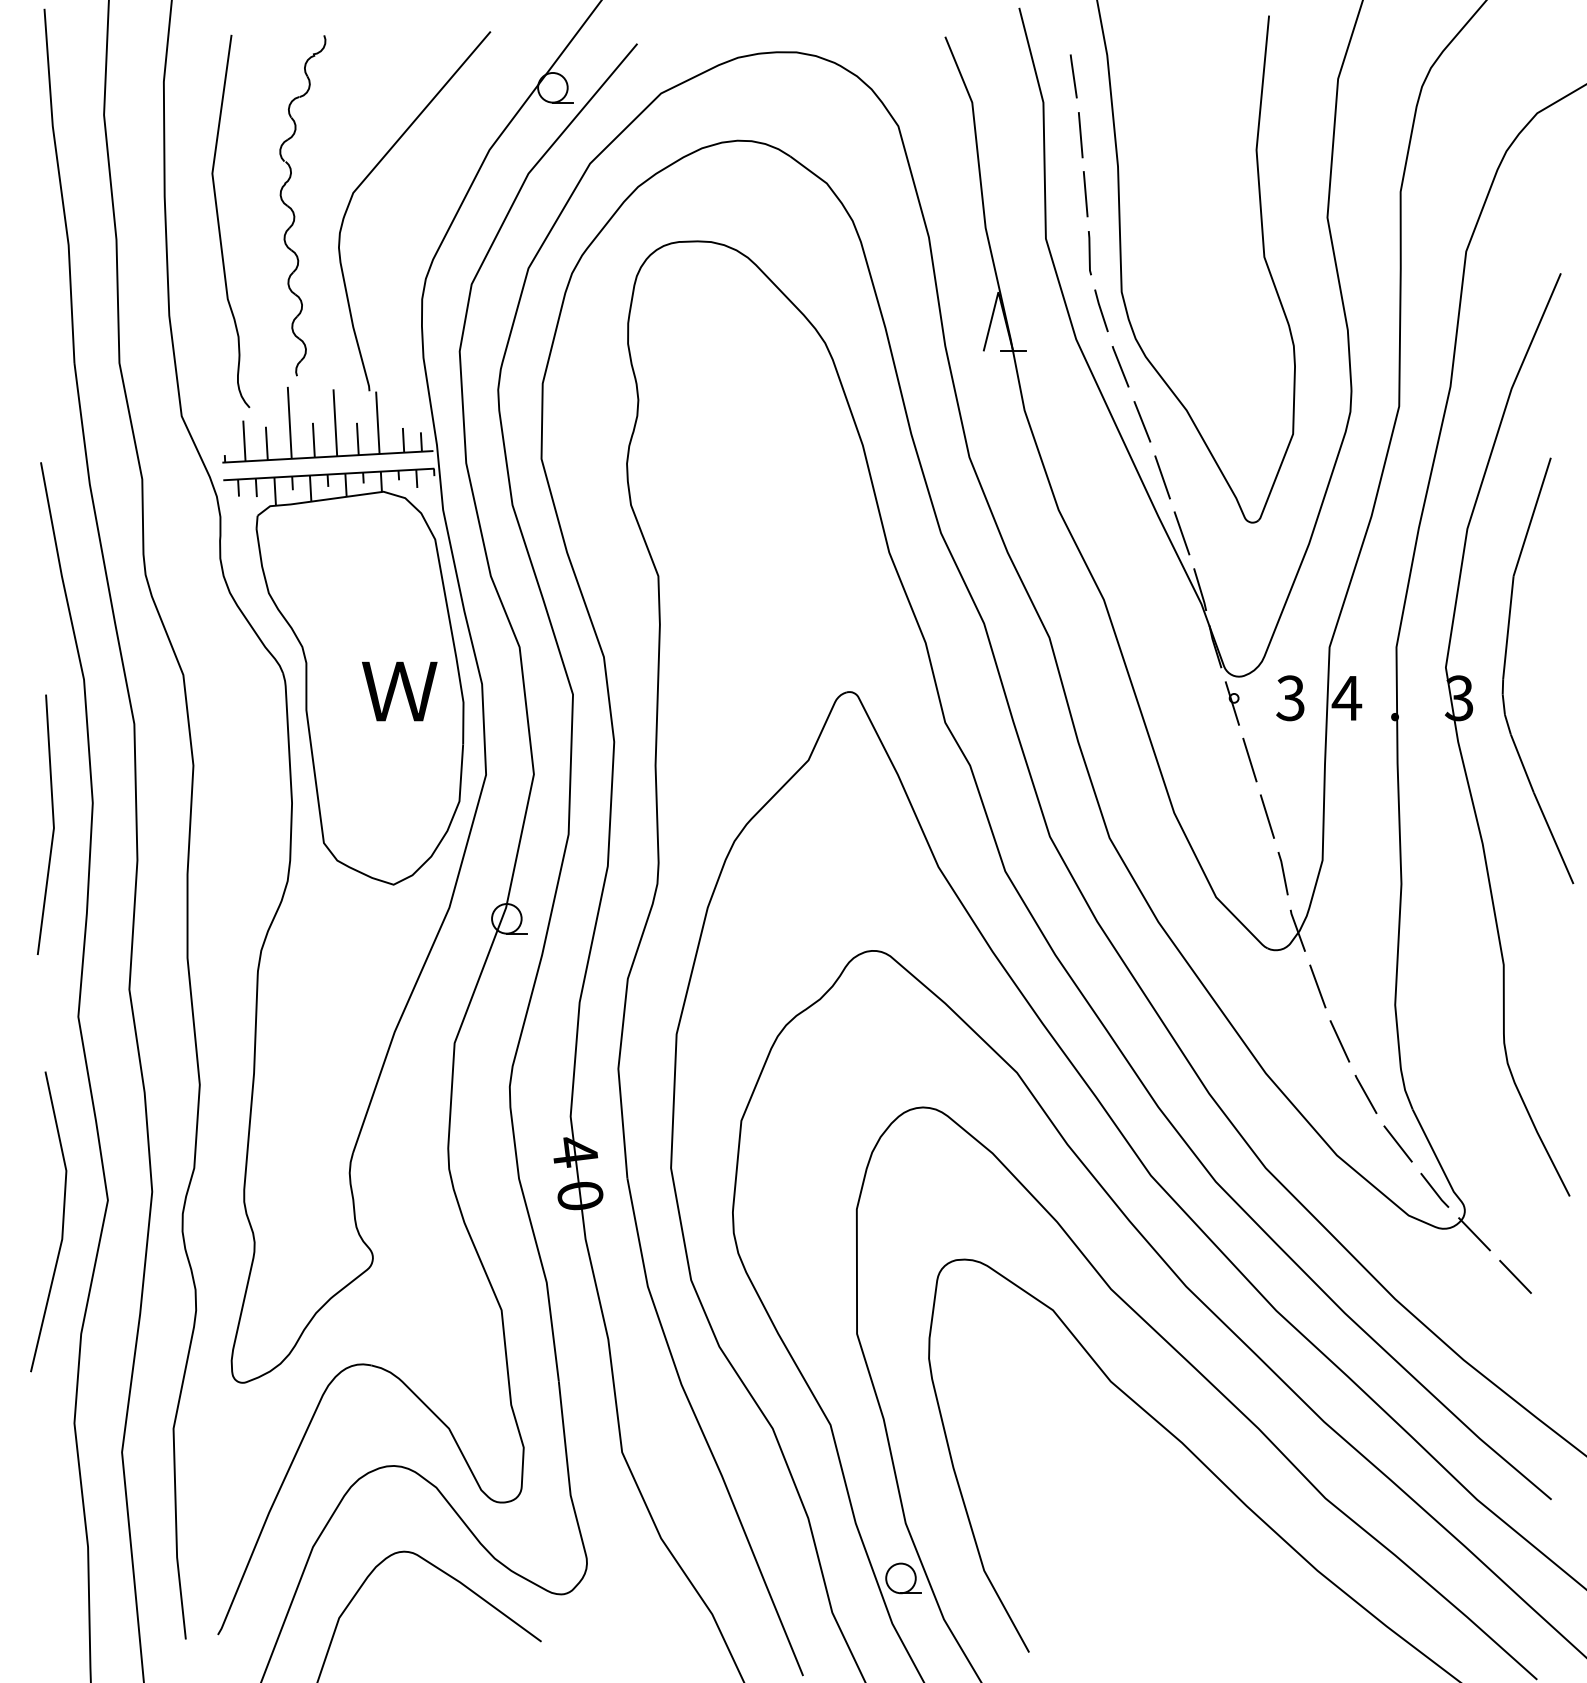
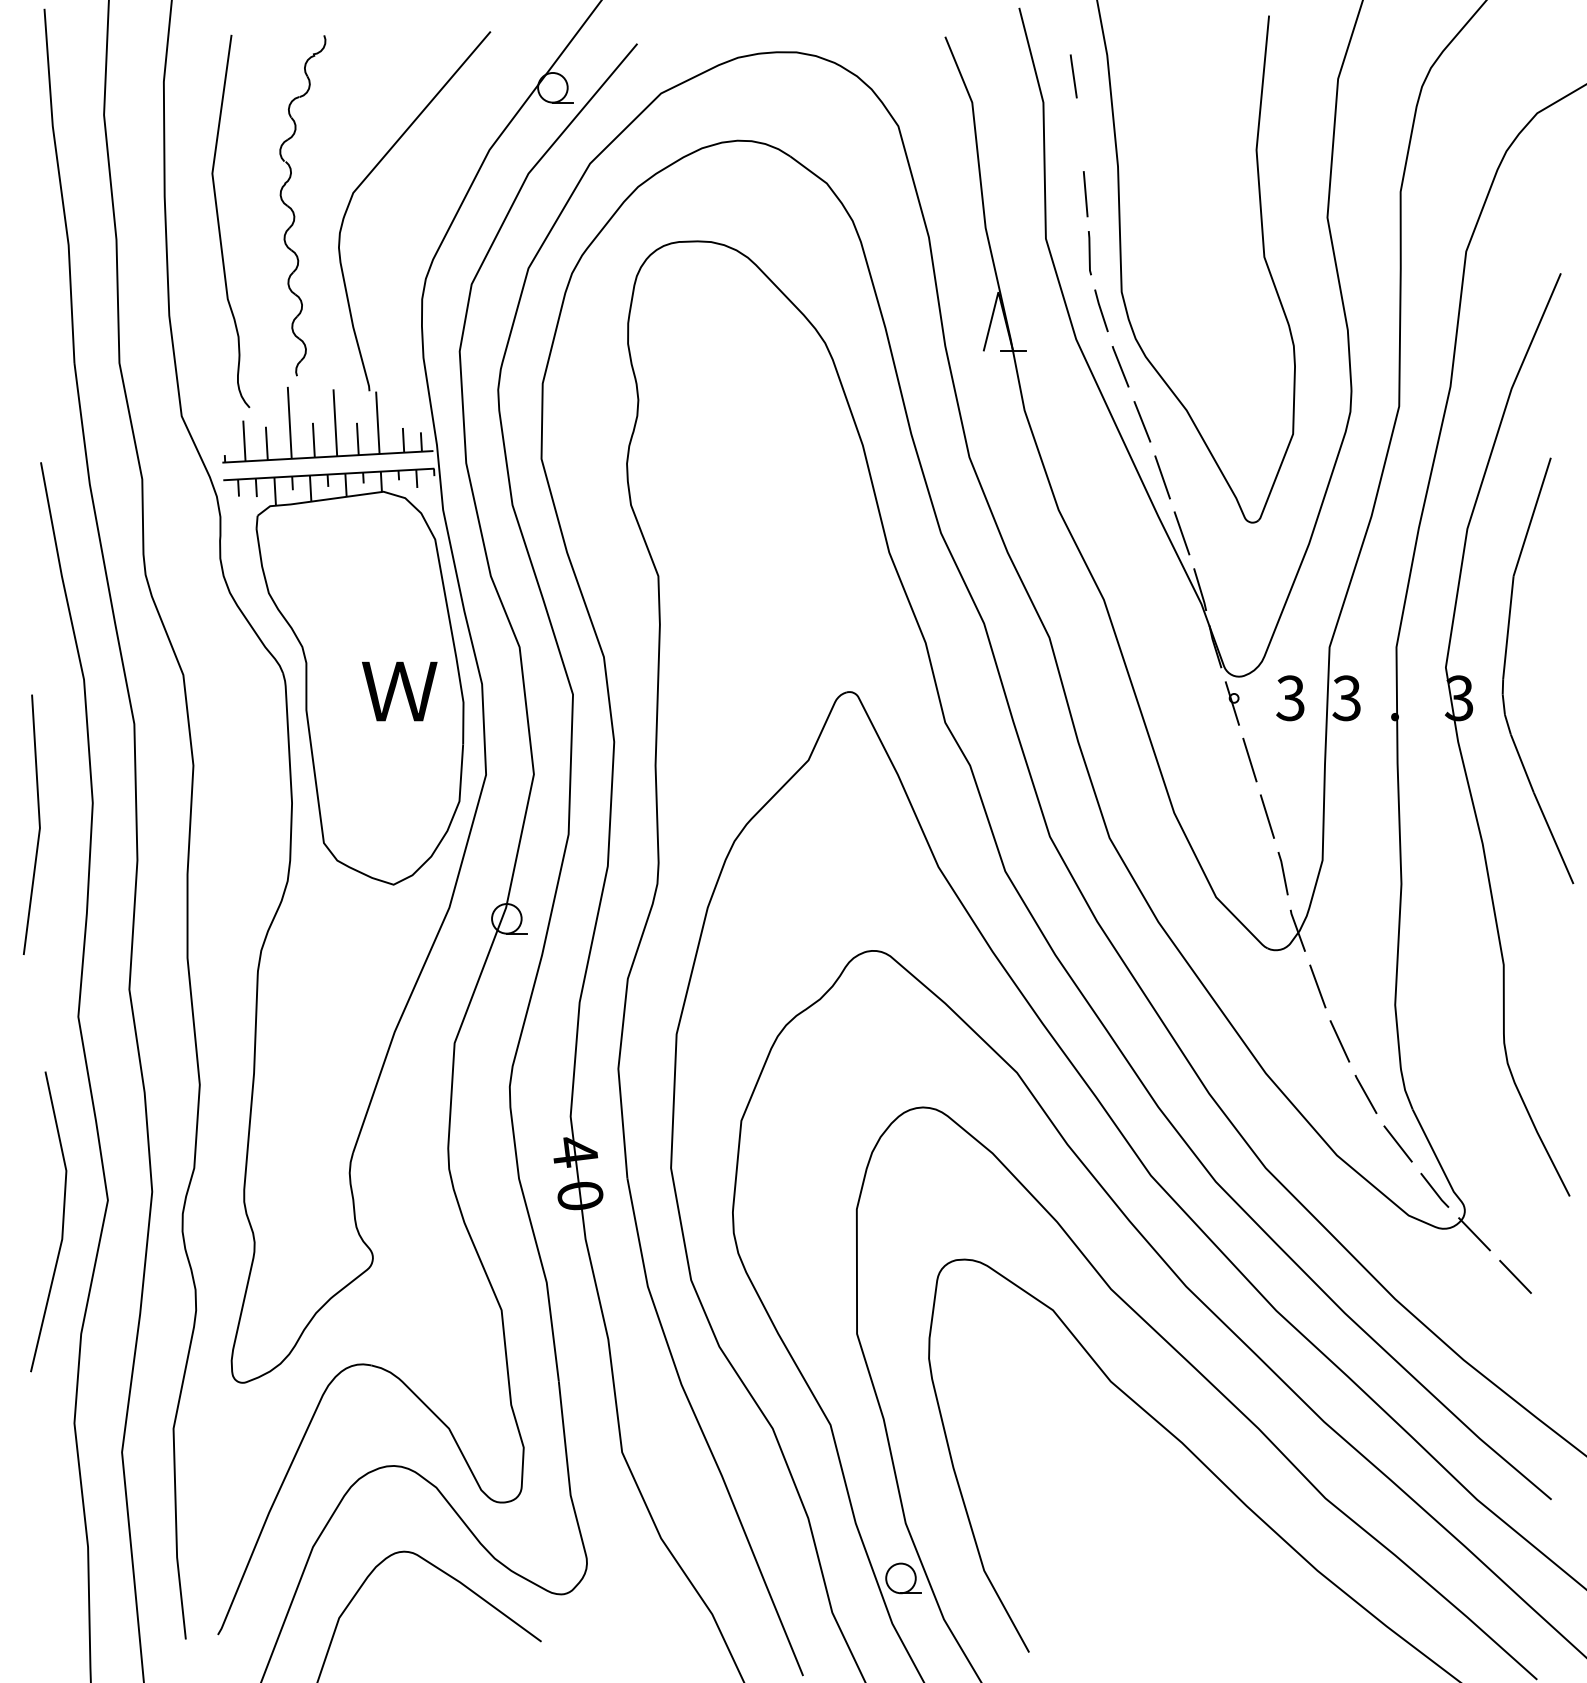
line at (1080, 135): present -> none
text at (1346, 698): 4 -> 3
line at (52, 824) position: (52, 824) -> (38, 824)
